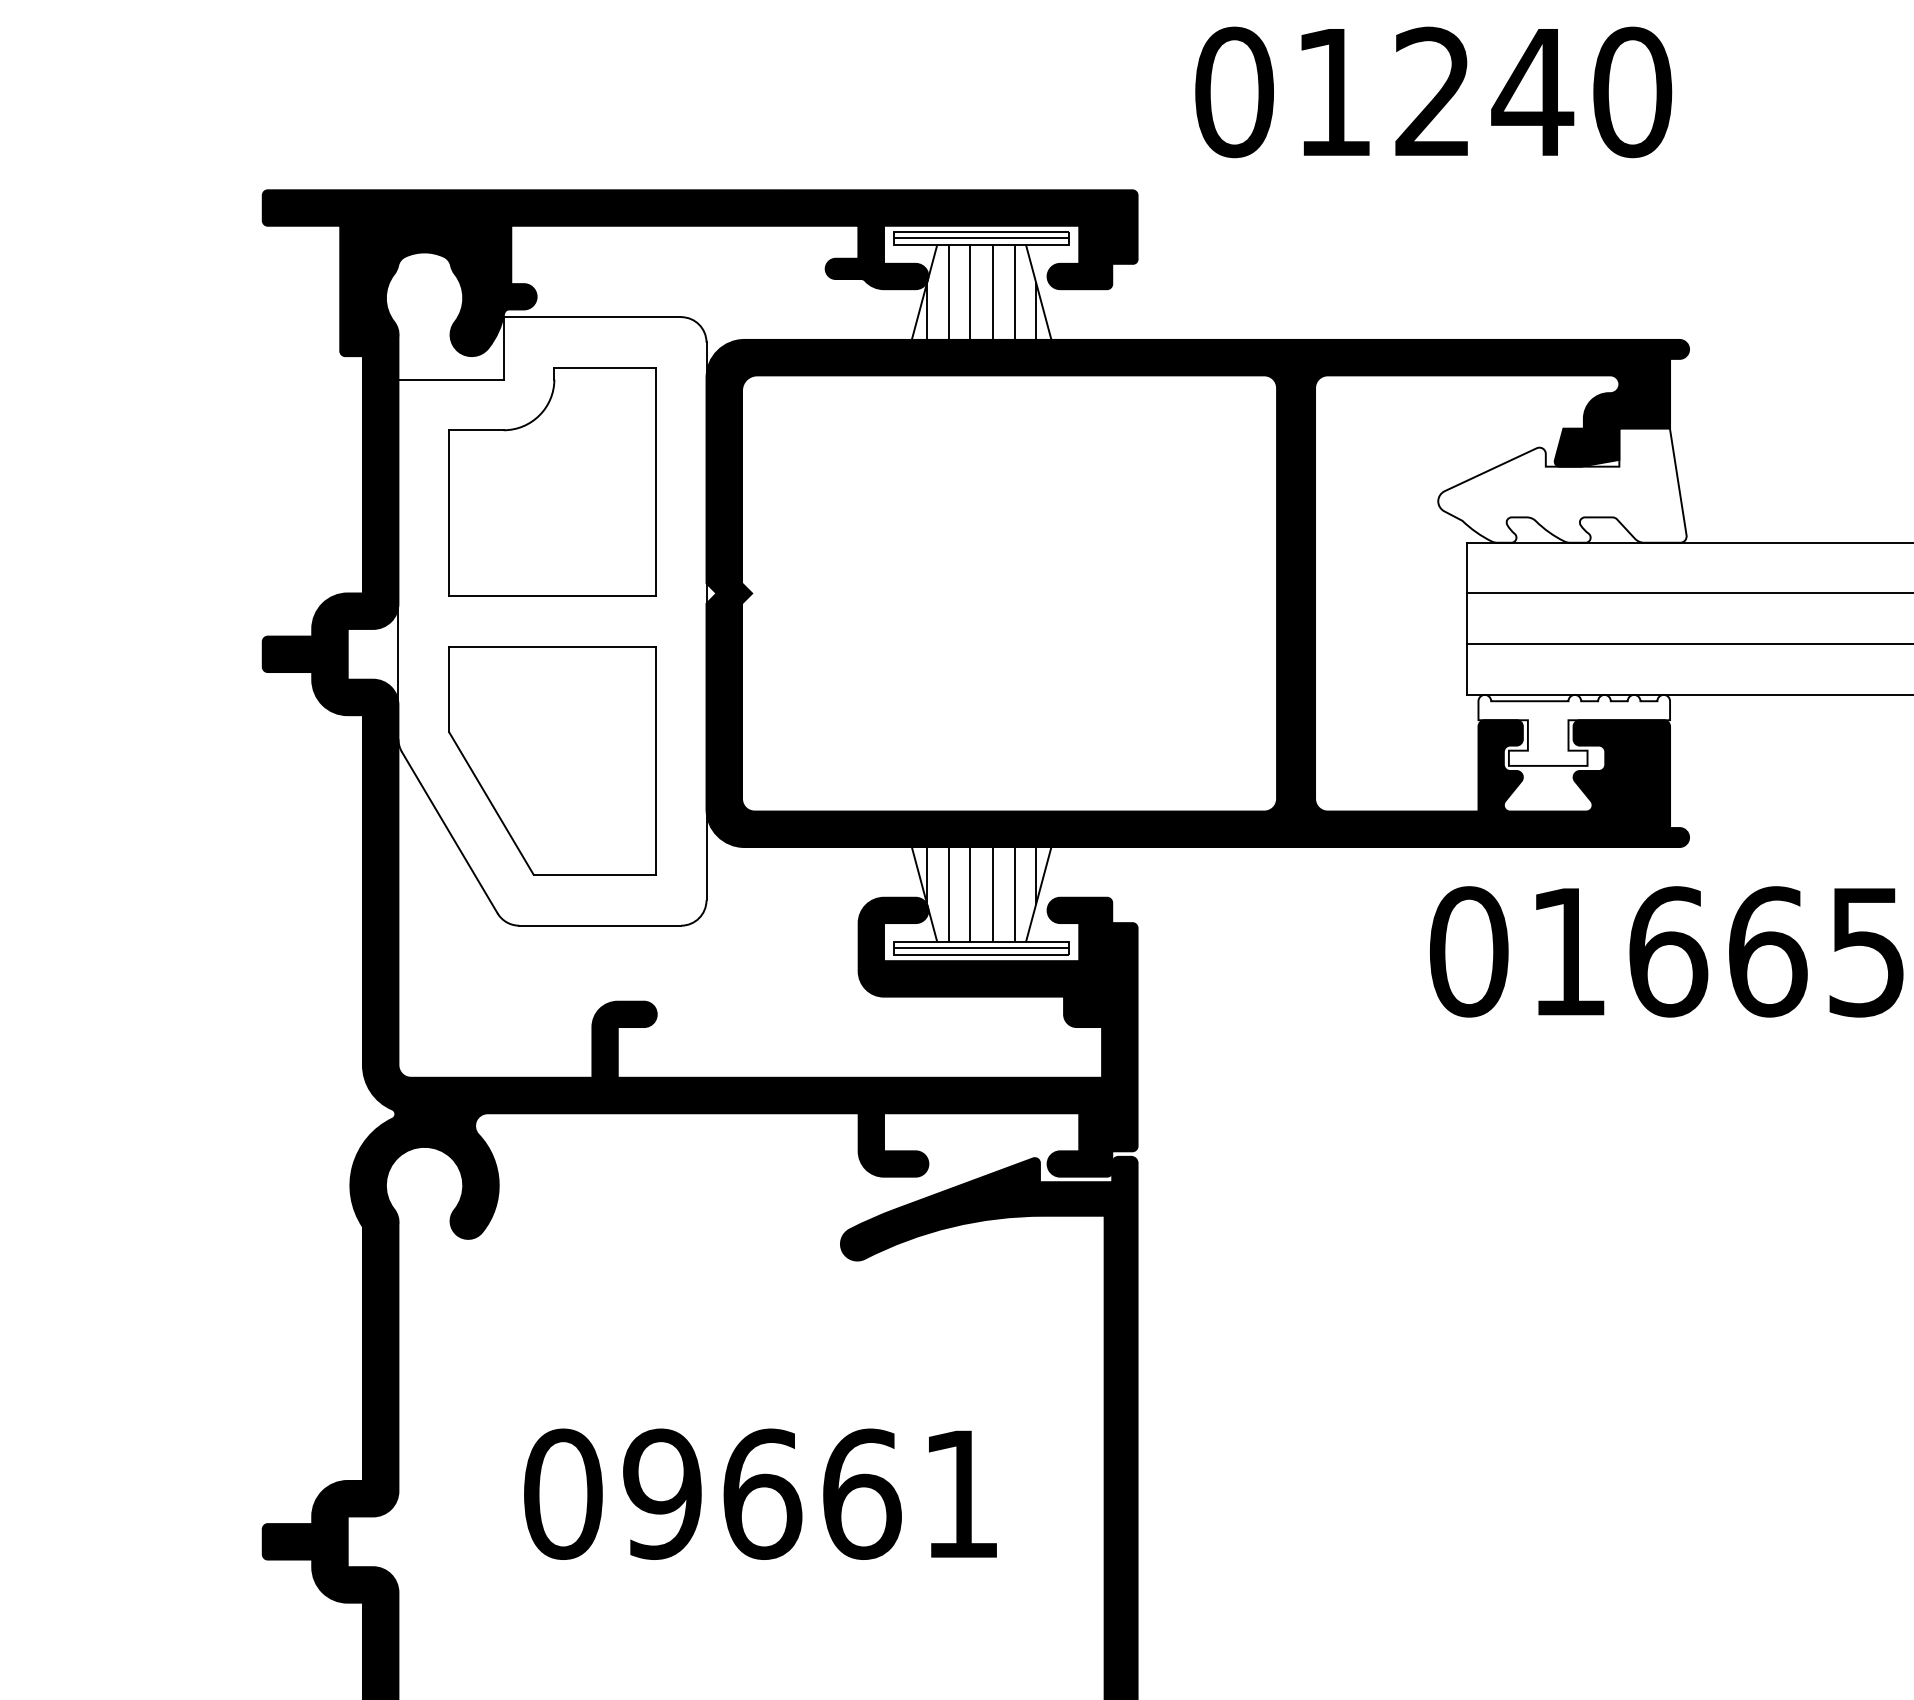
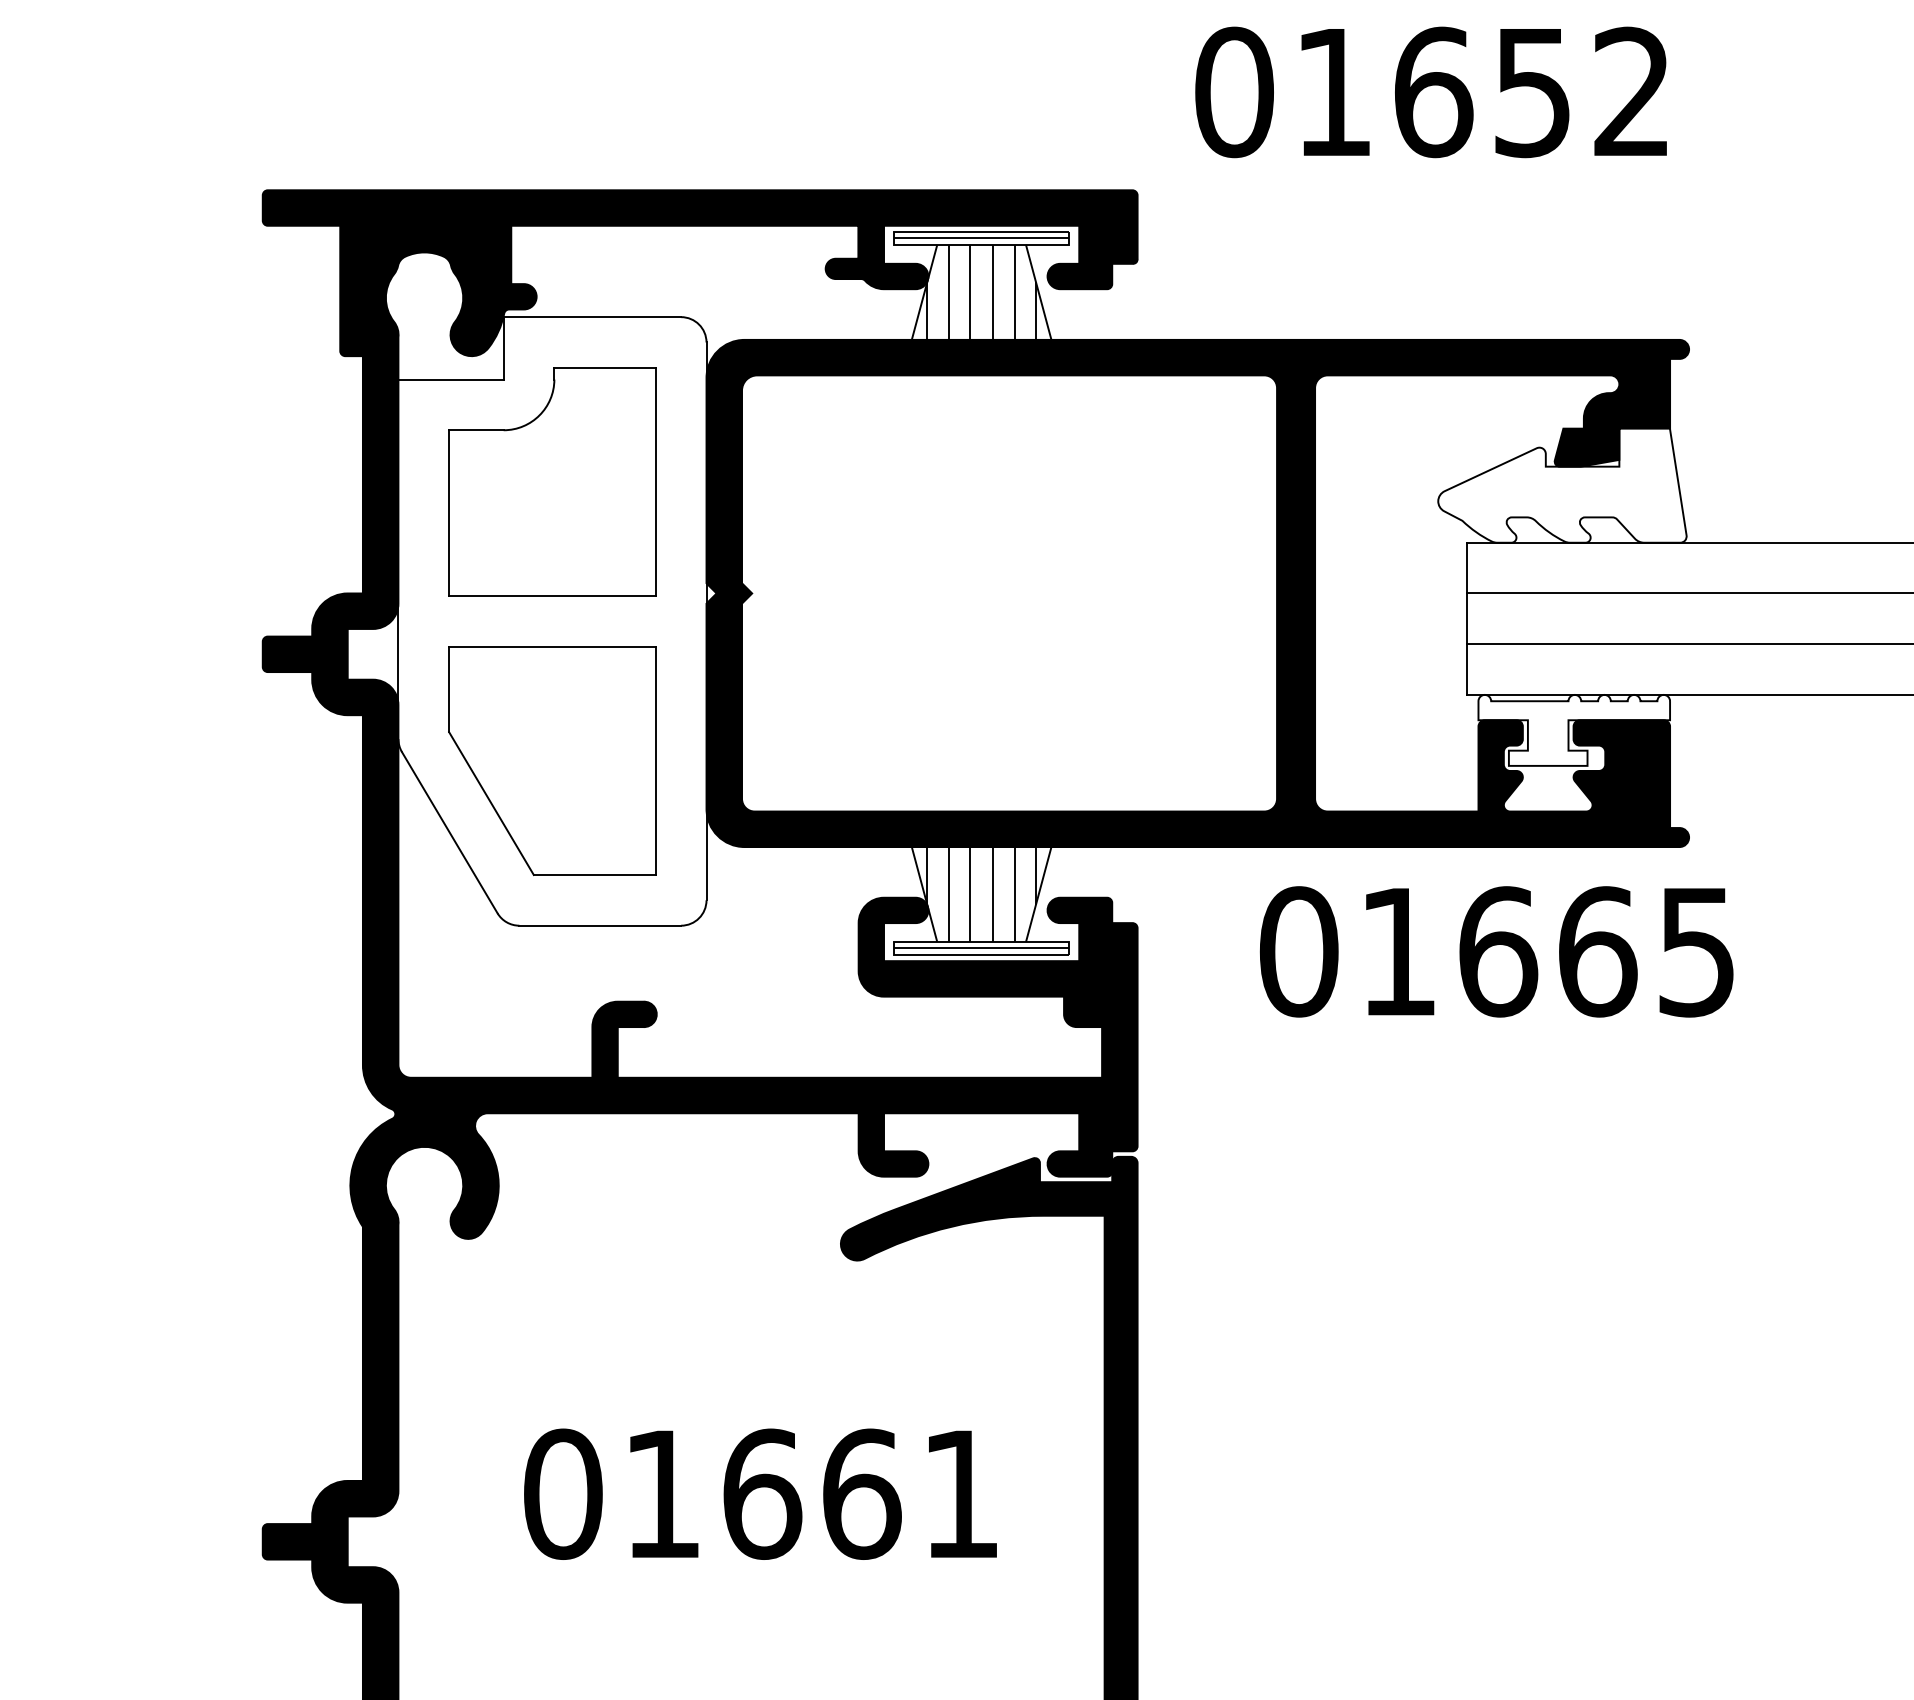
text at (1533, 92): 01240 -> 01652
text at (1666, 951) position: (1666, 951) -> (1496, 951)
text at (662, 1493): 09661 -> 01661
